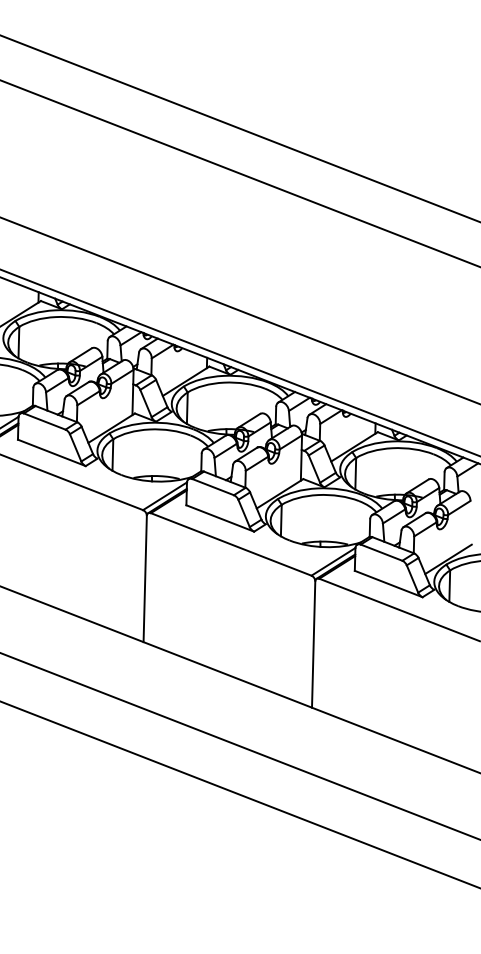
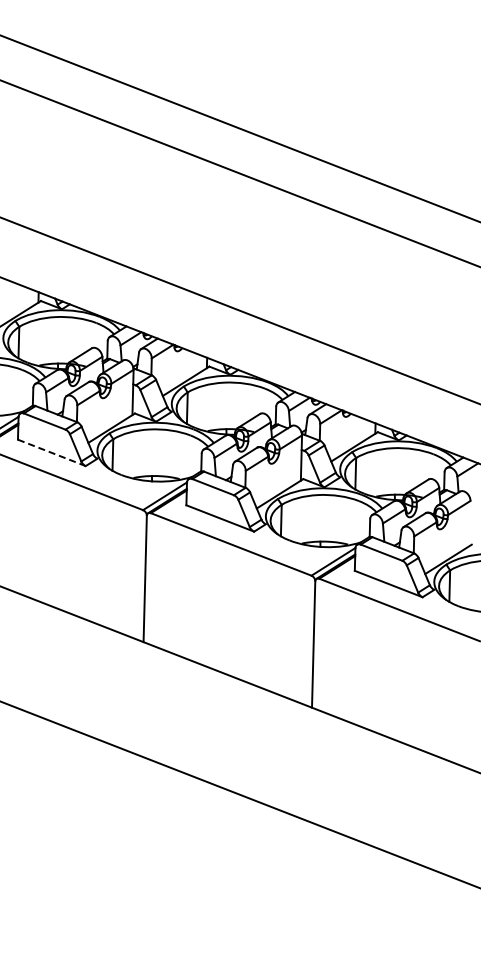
line at (239, 362): present -> none
line at (52, 453): solid -> dashed
line at (239, 745): present -> none
